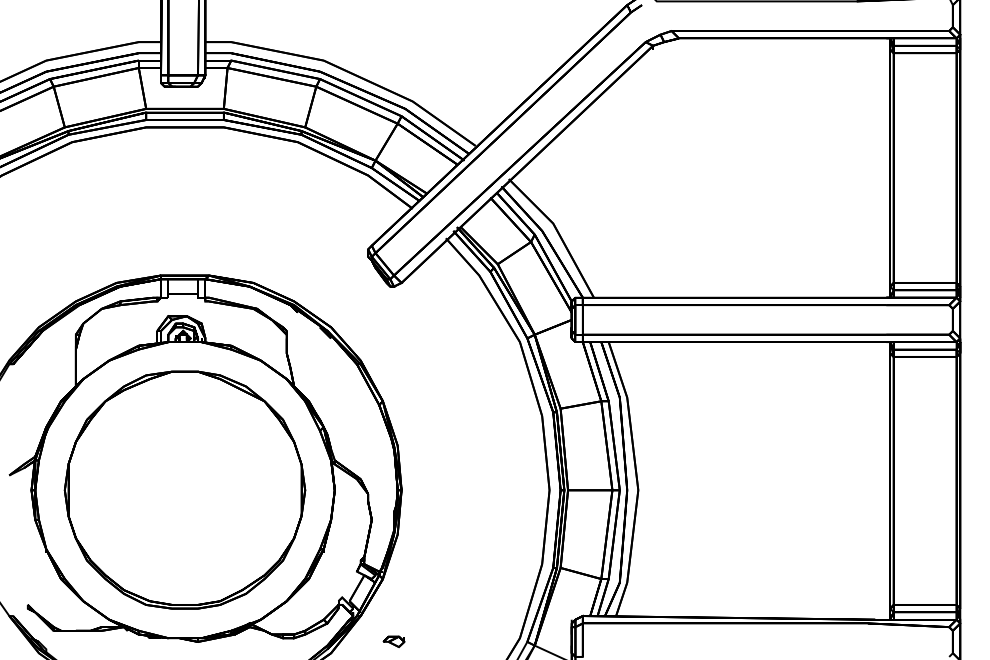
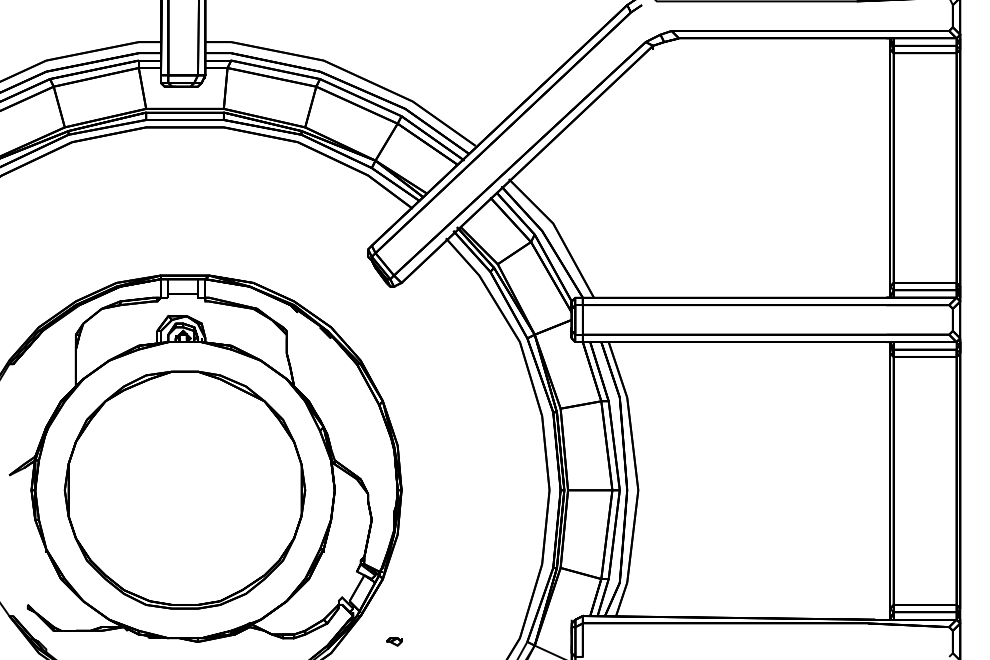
part at (393, 641) size: 24x13 px -> 17x10 px
